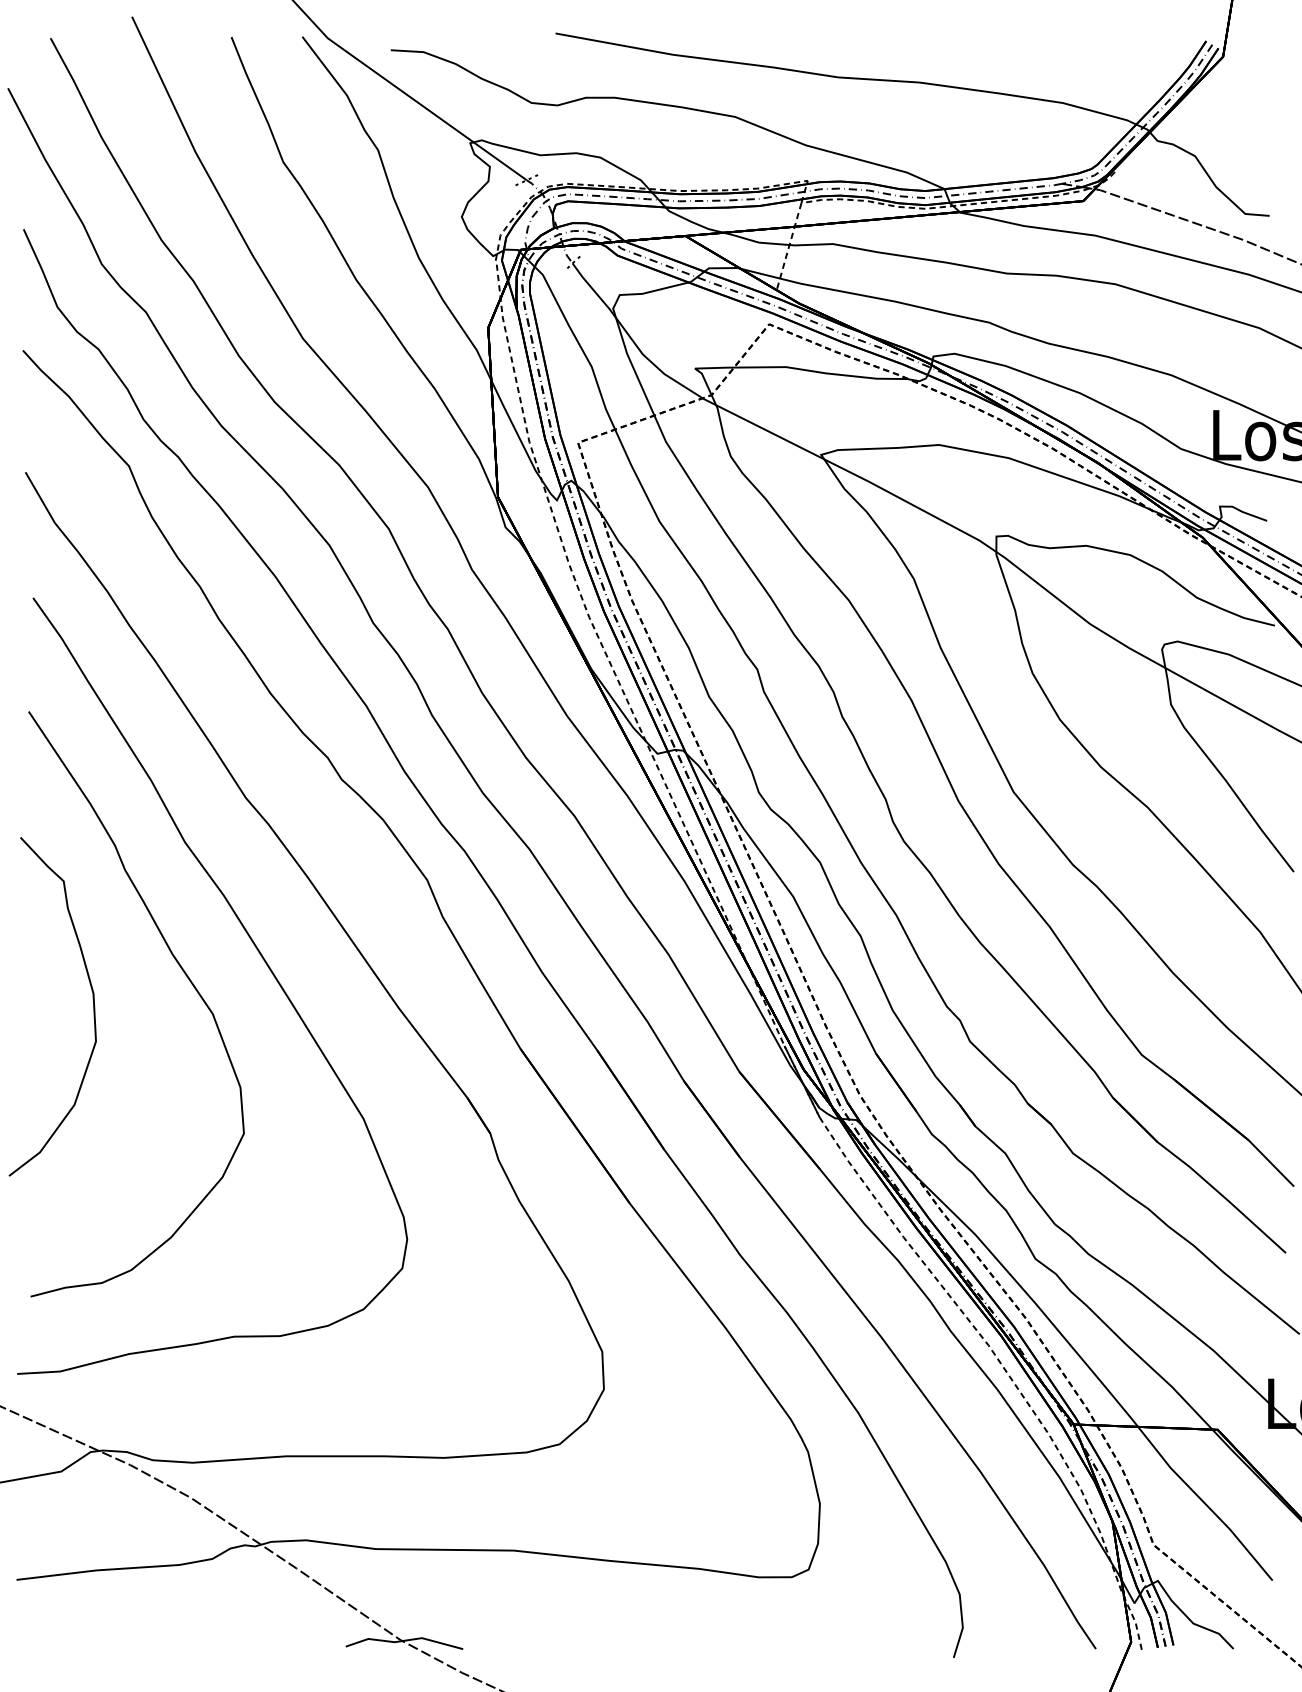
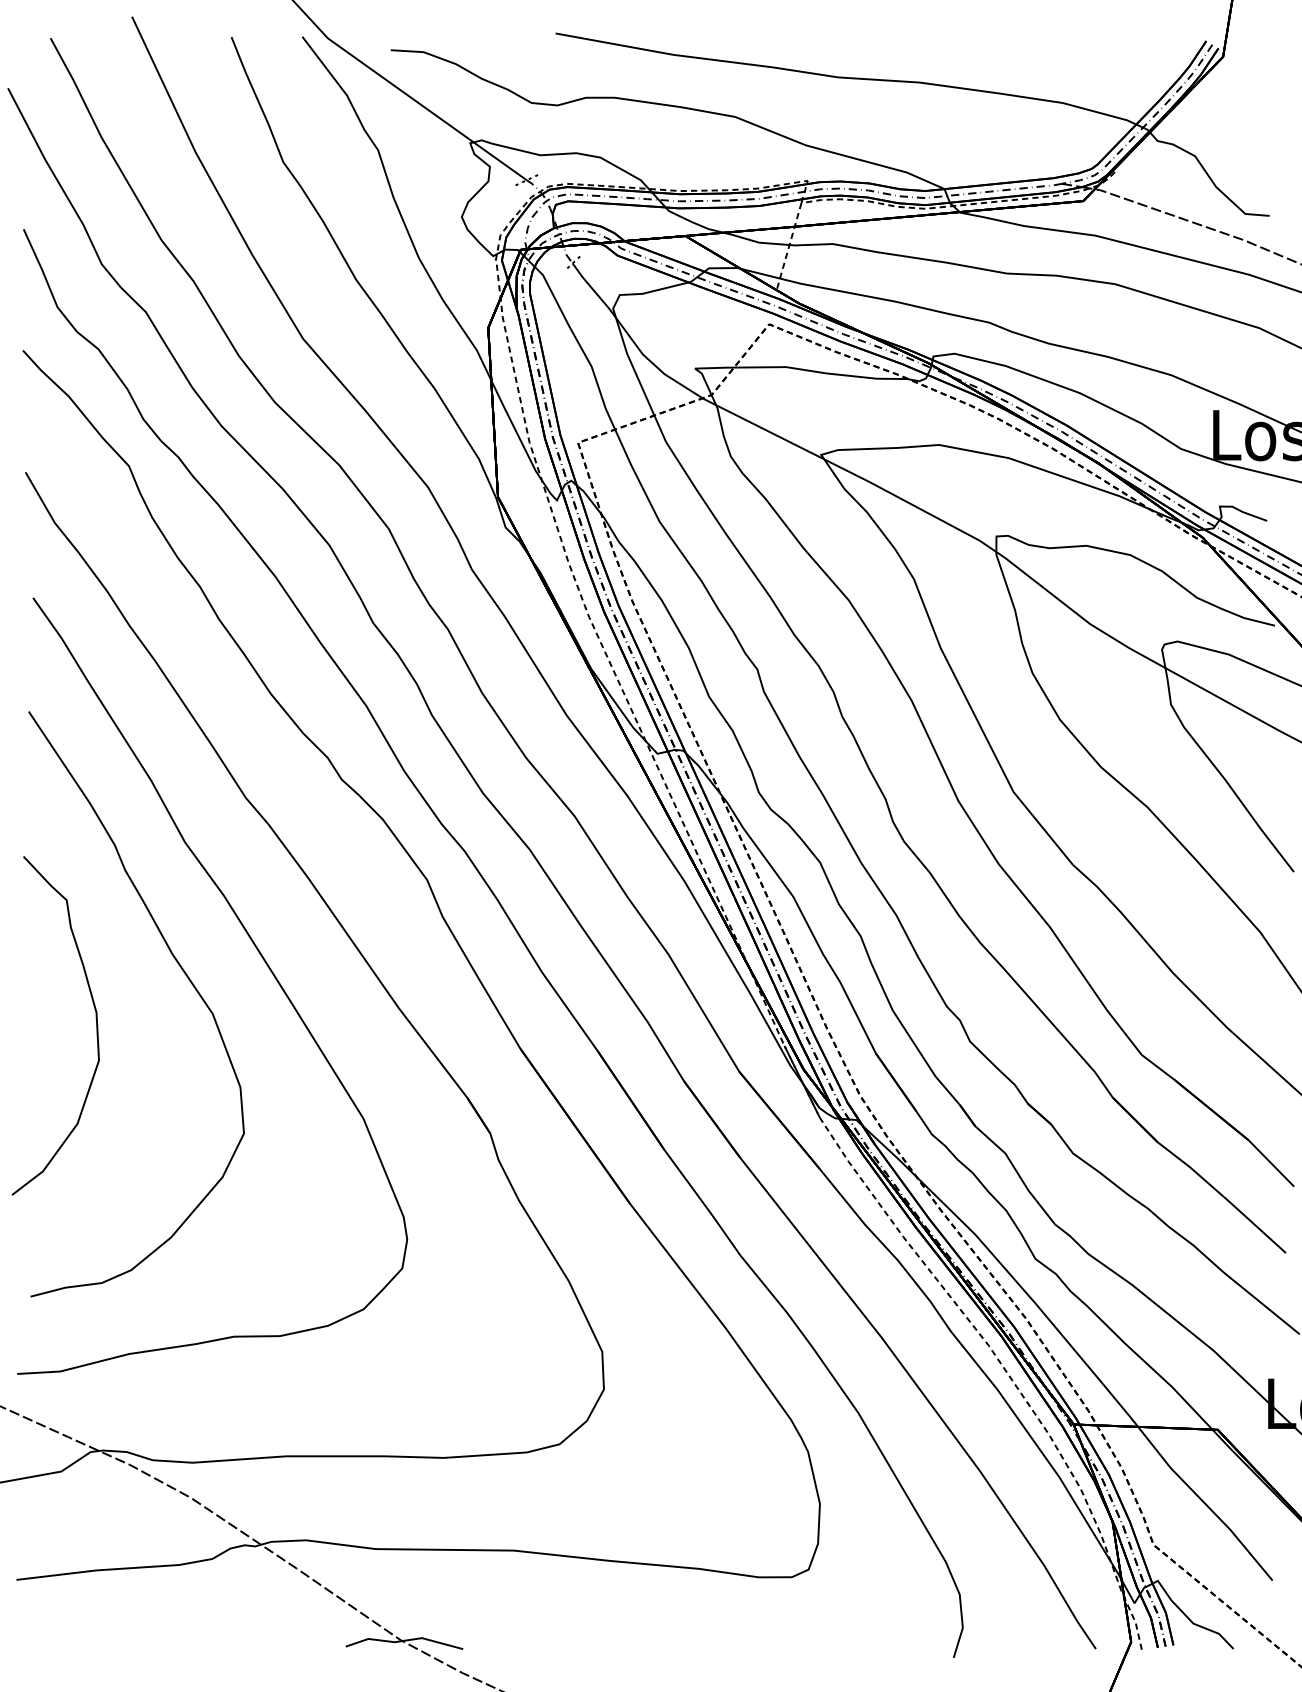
curve at (92, 999) position: (92, 999) -> (95, 1018)
